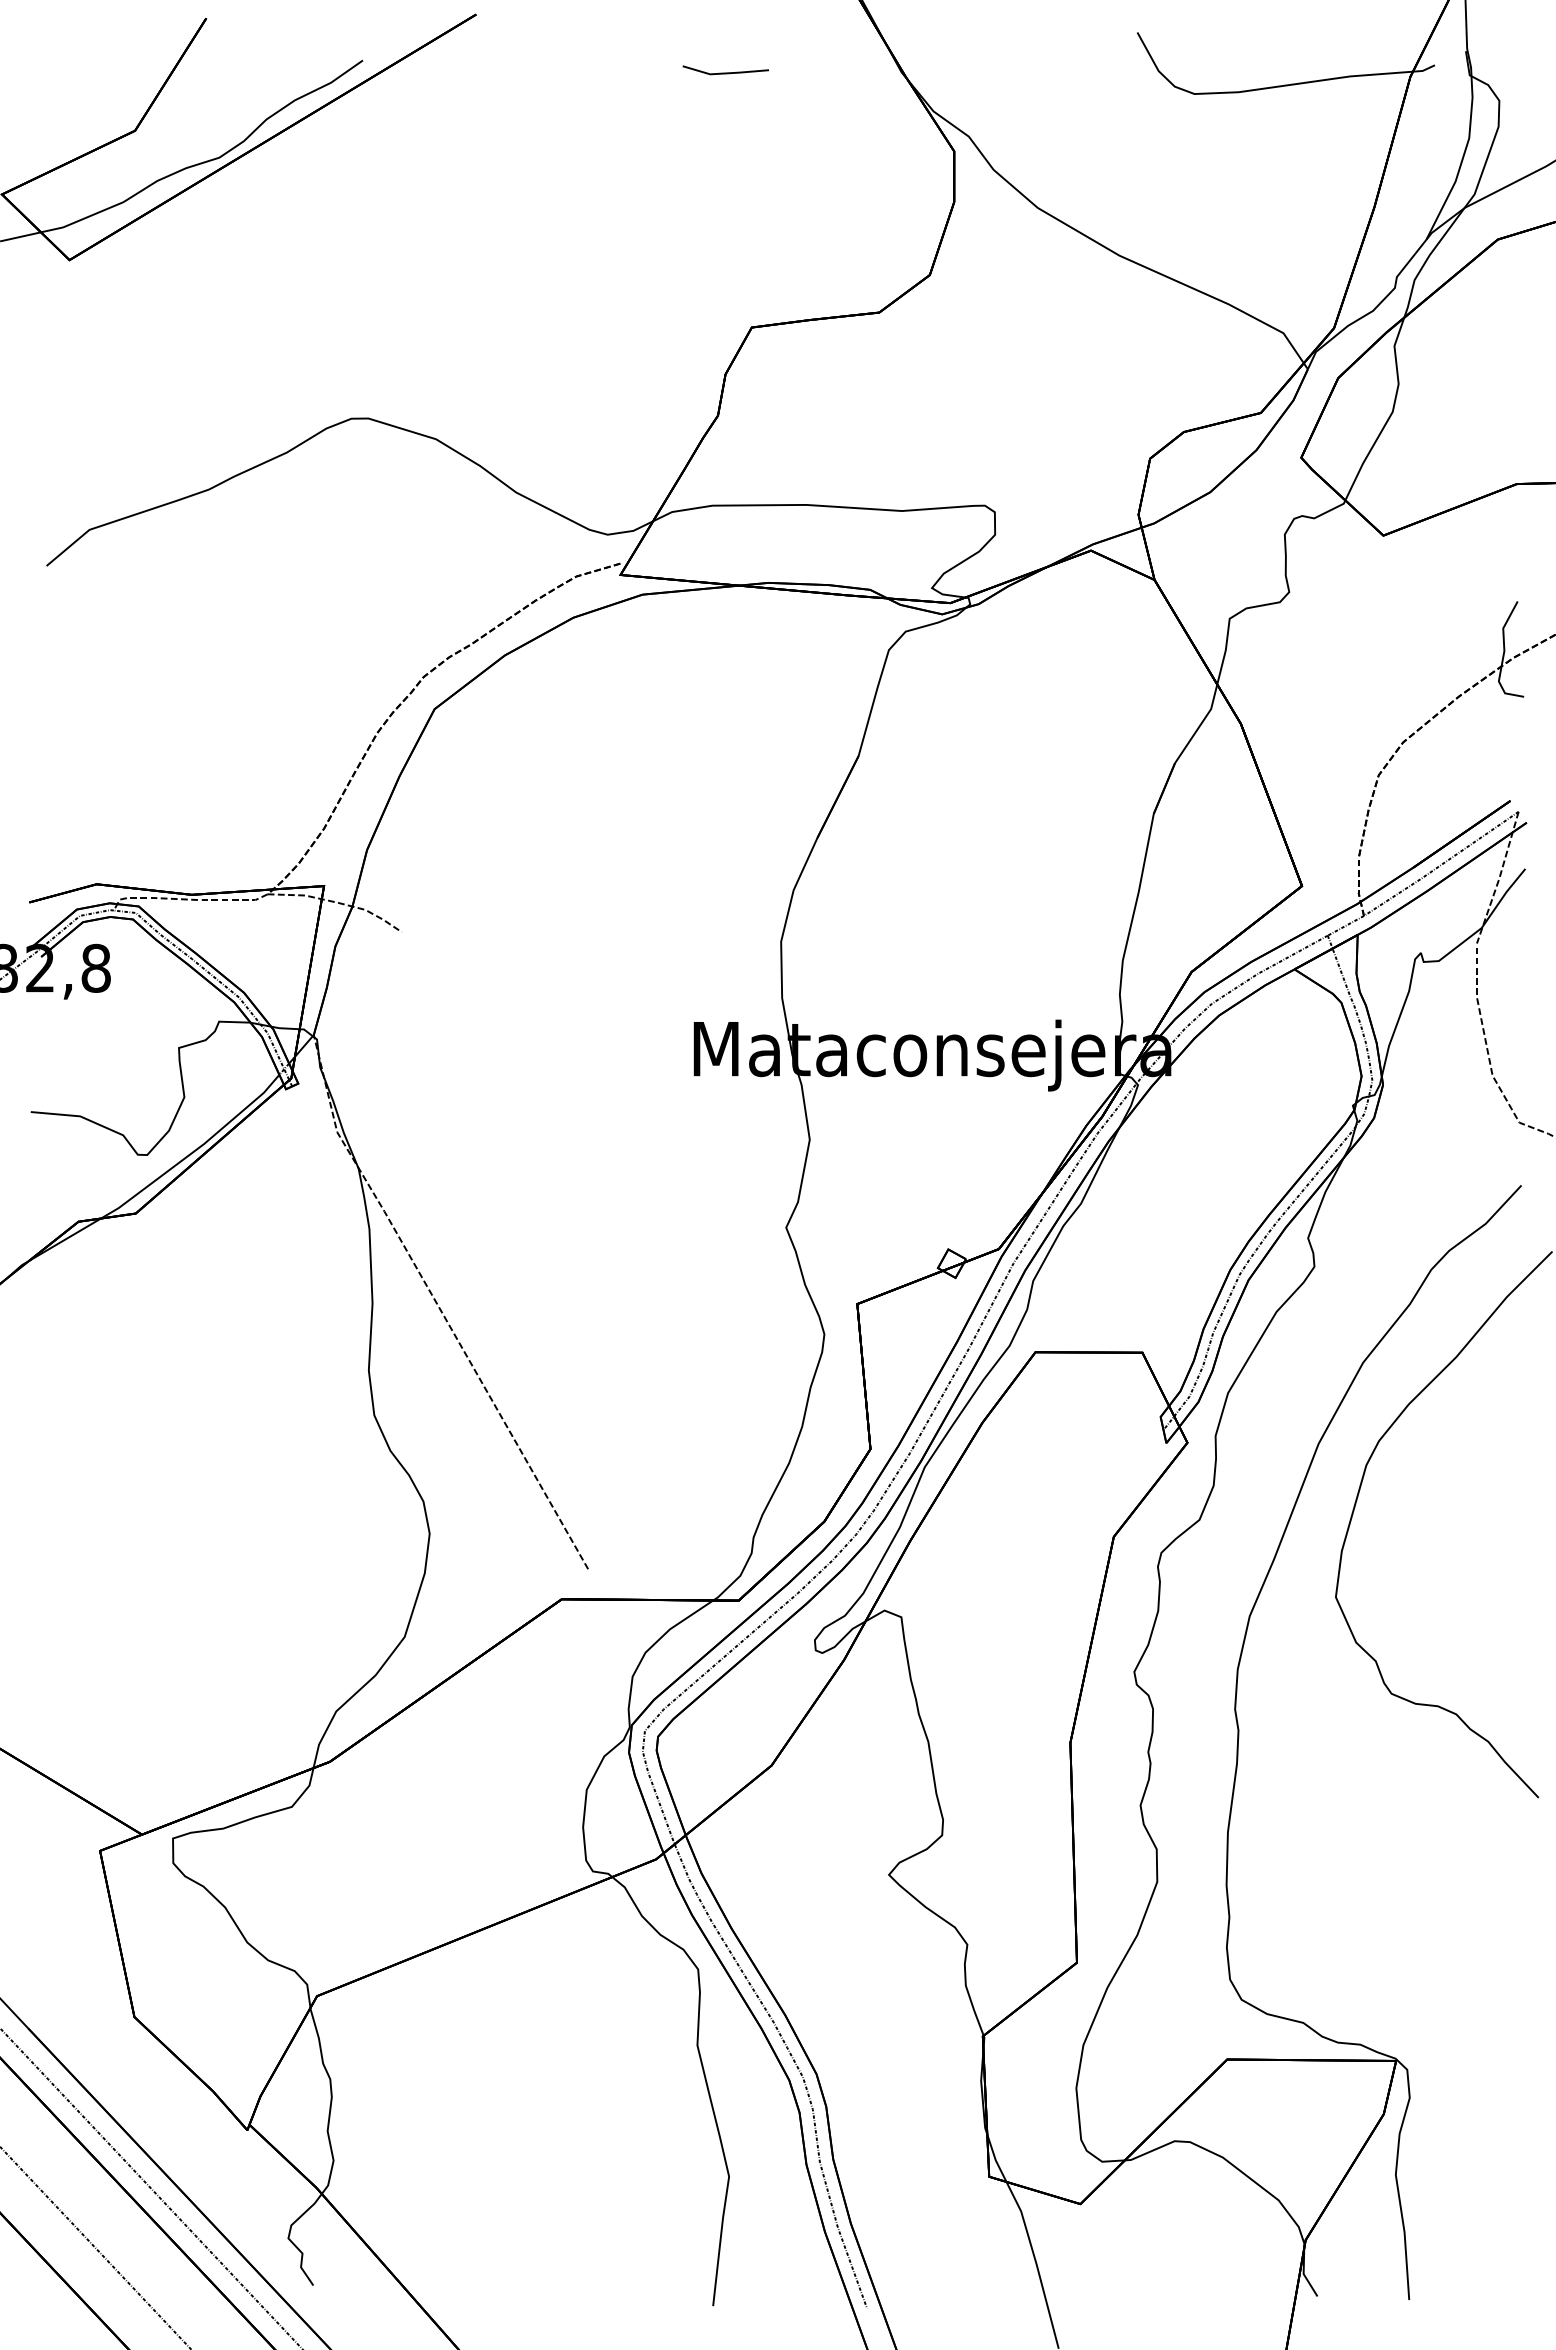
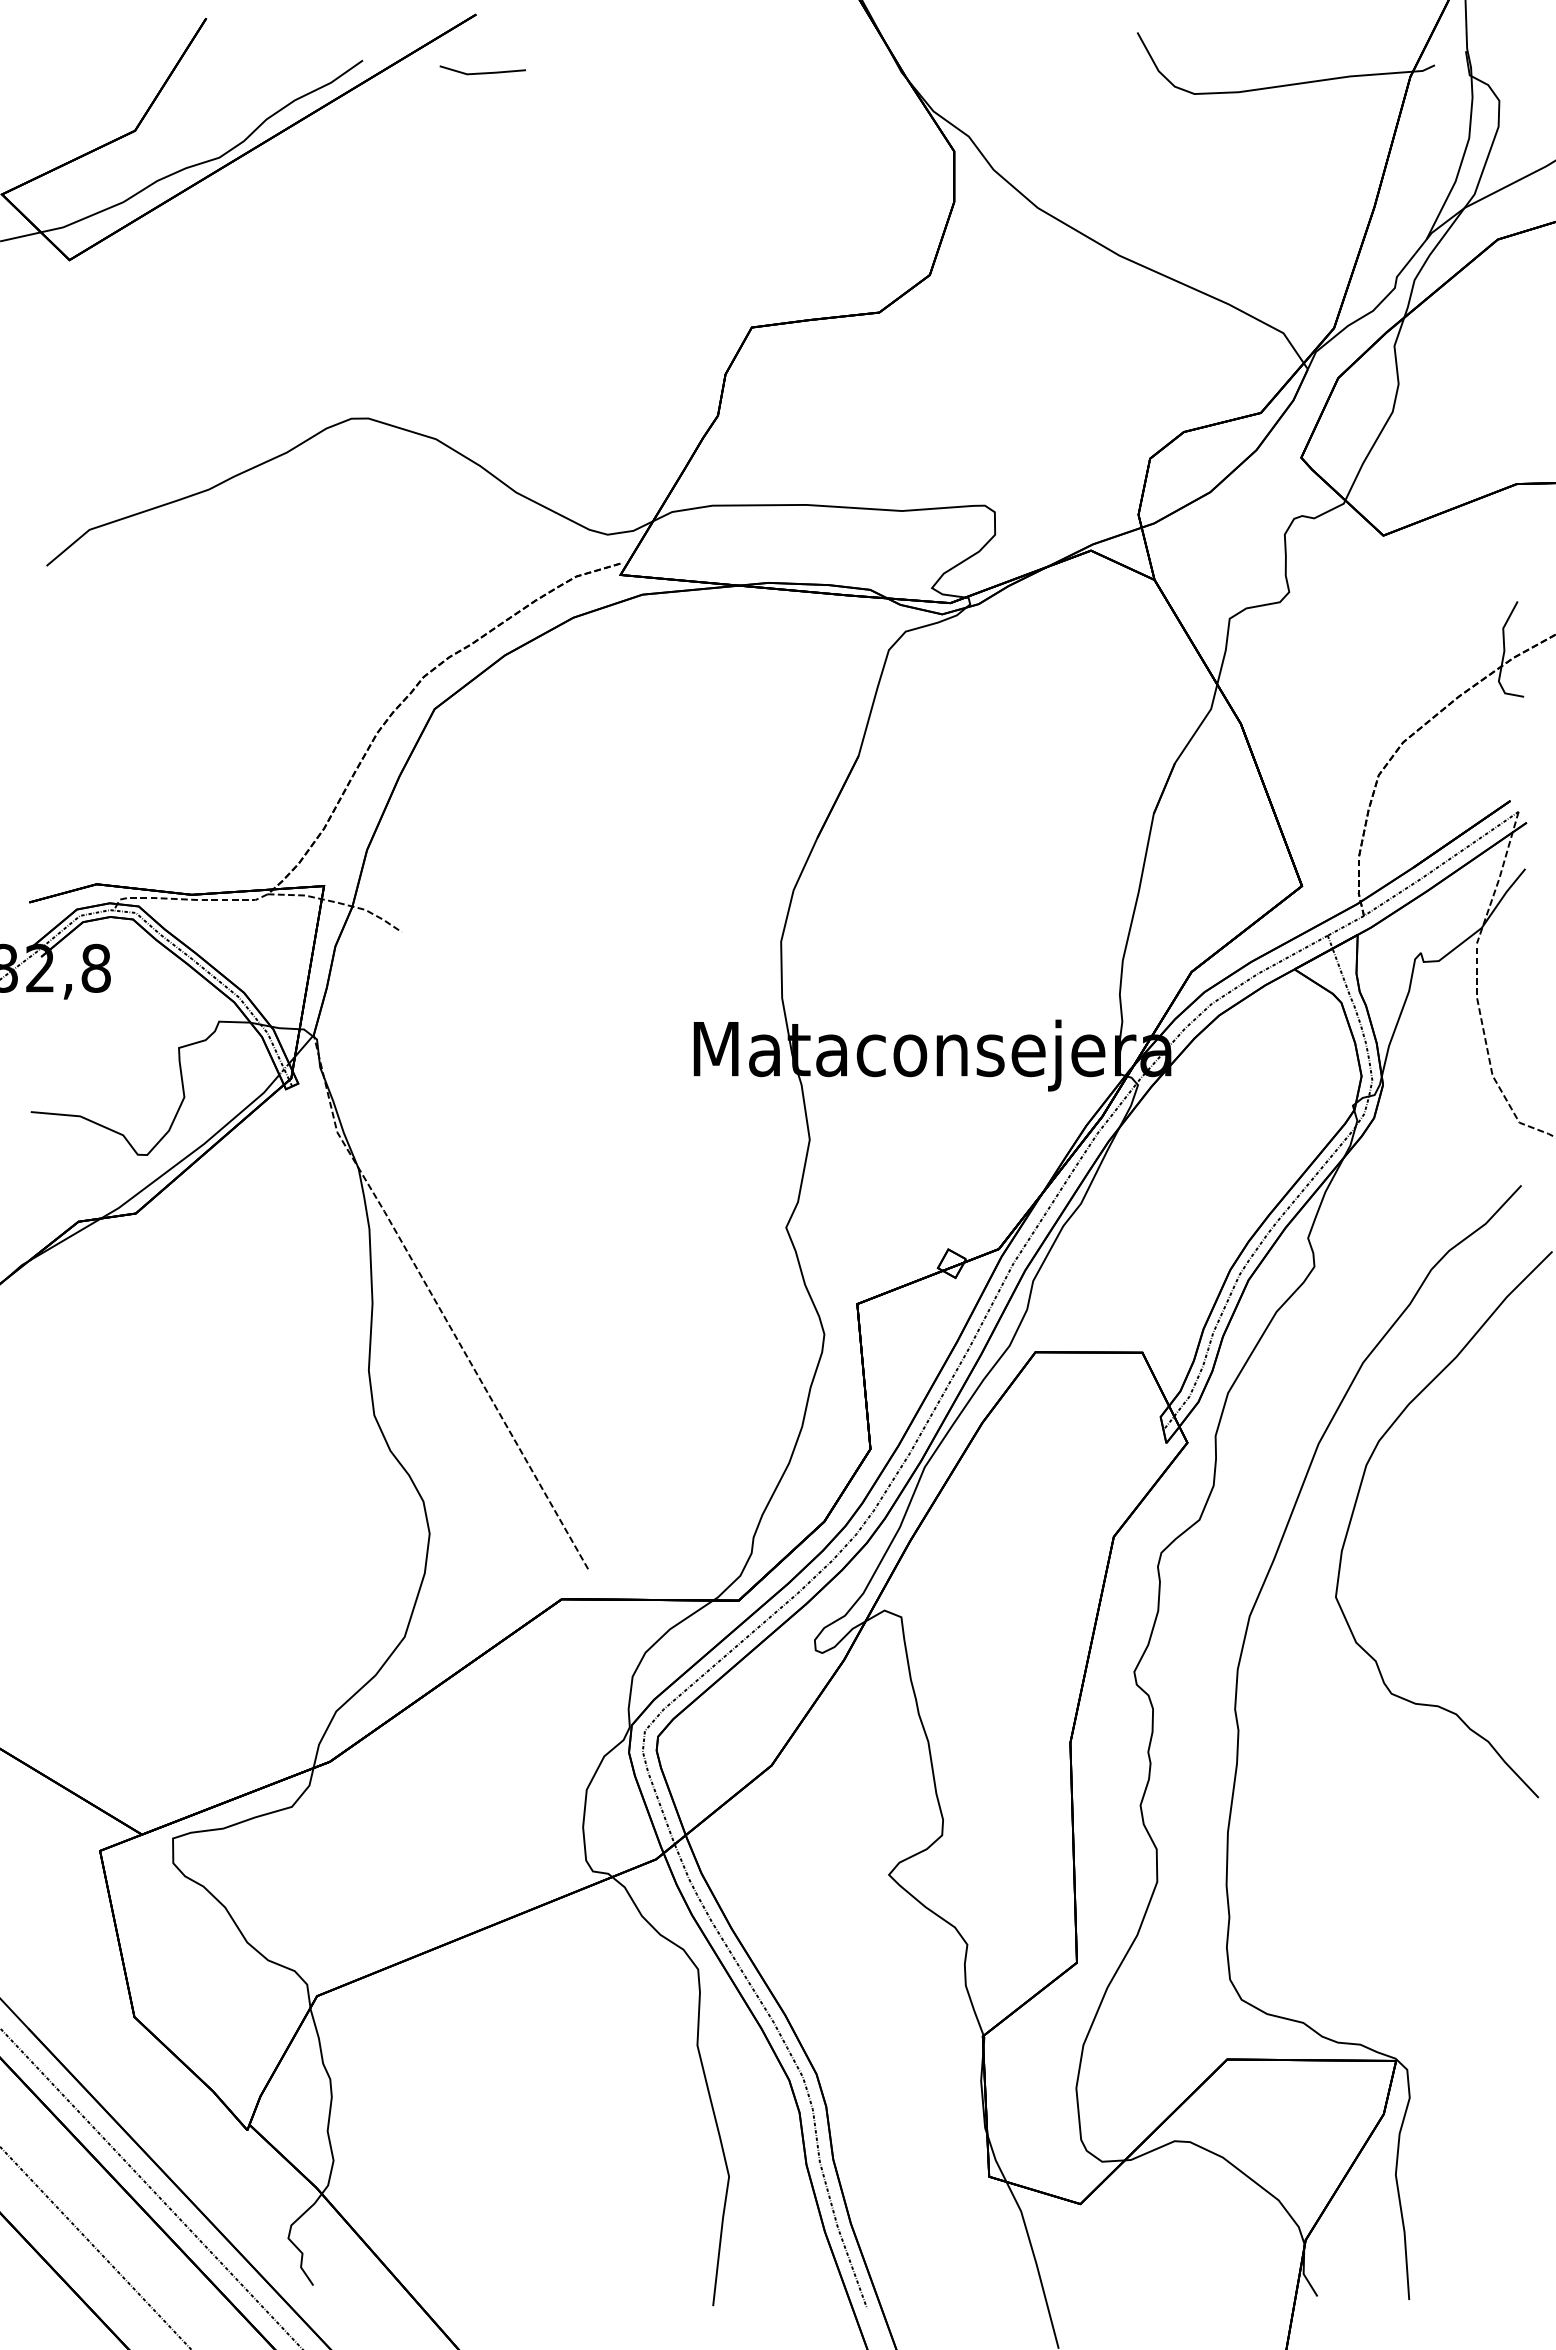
line at (725, 72) position: (725, 72) -> (482, 72)
